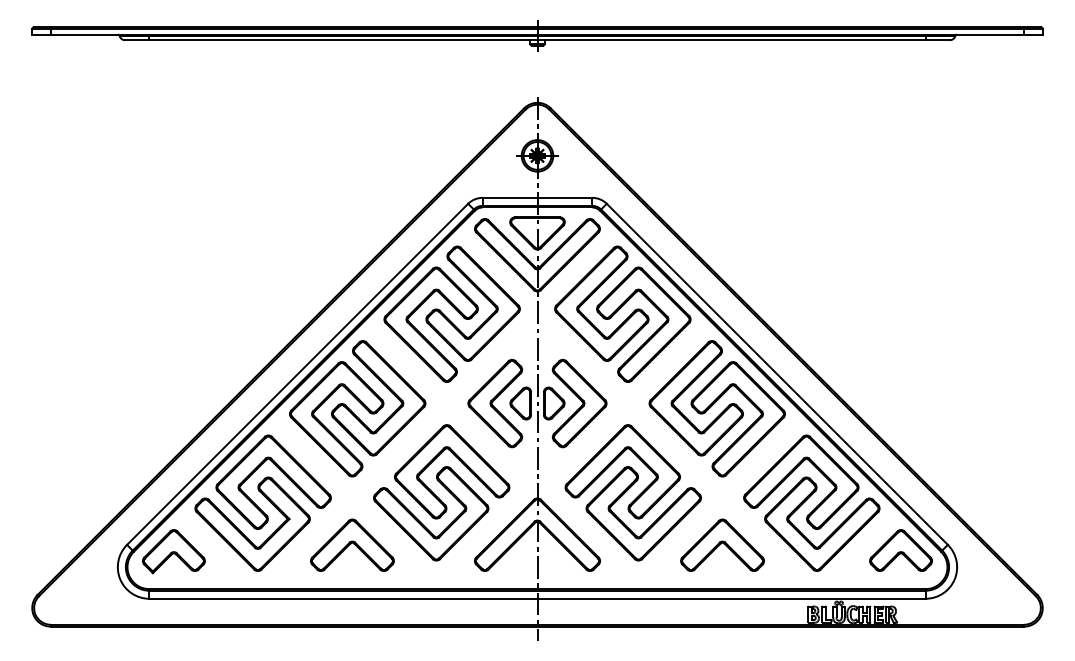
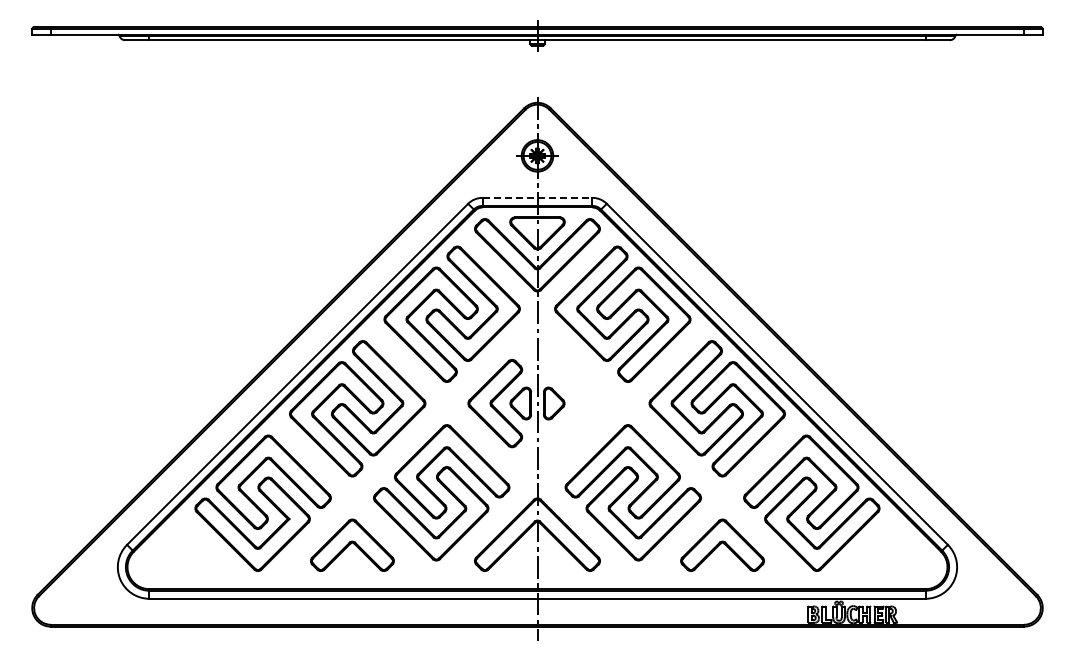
line at (537, 197): solid -> dashed
part at (579, 403): present -> none
part at (900, 550): present -> none
part at (173, 551): present -> none
